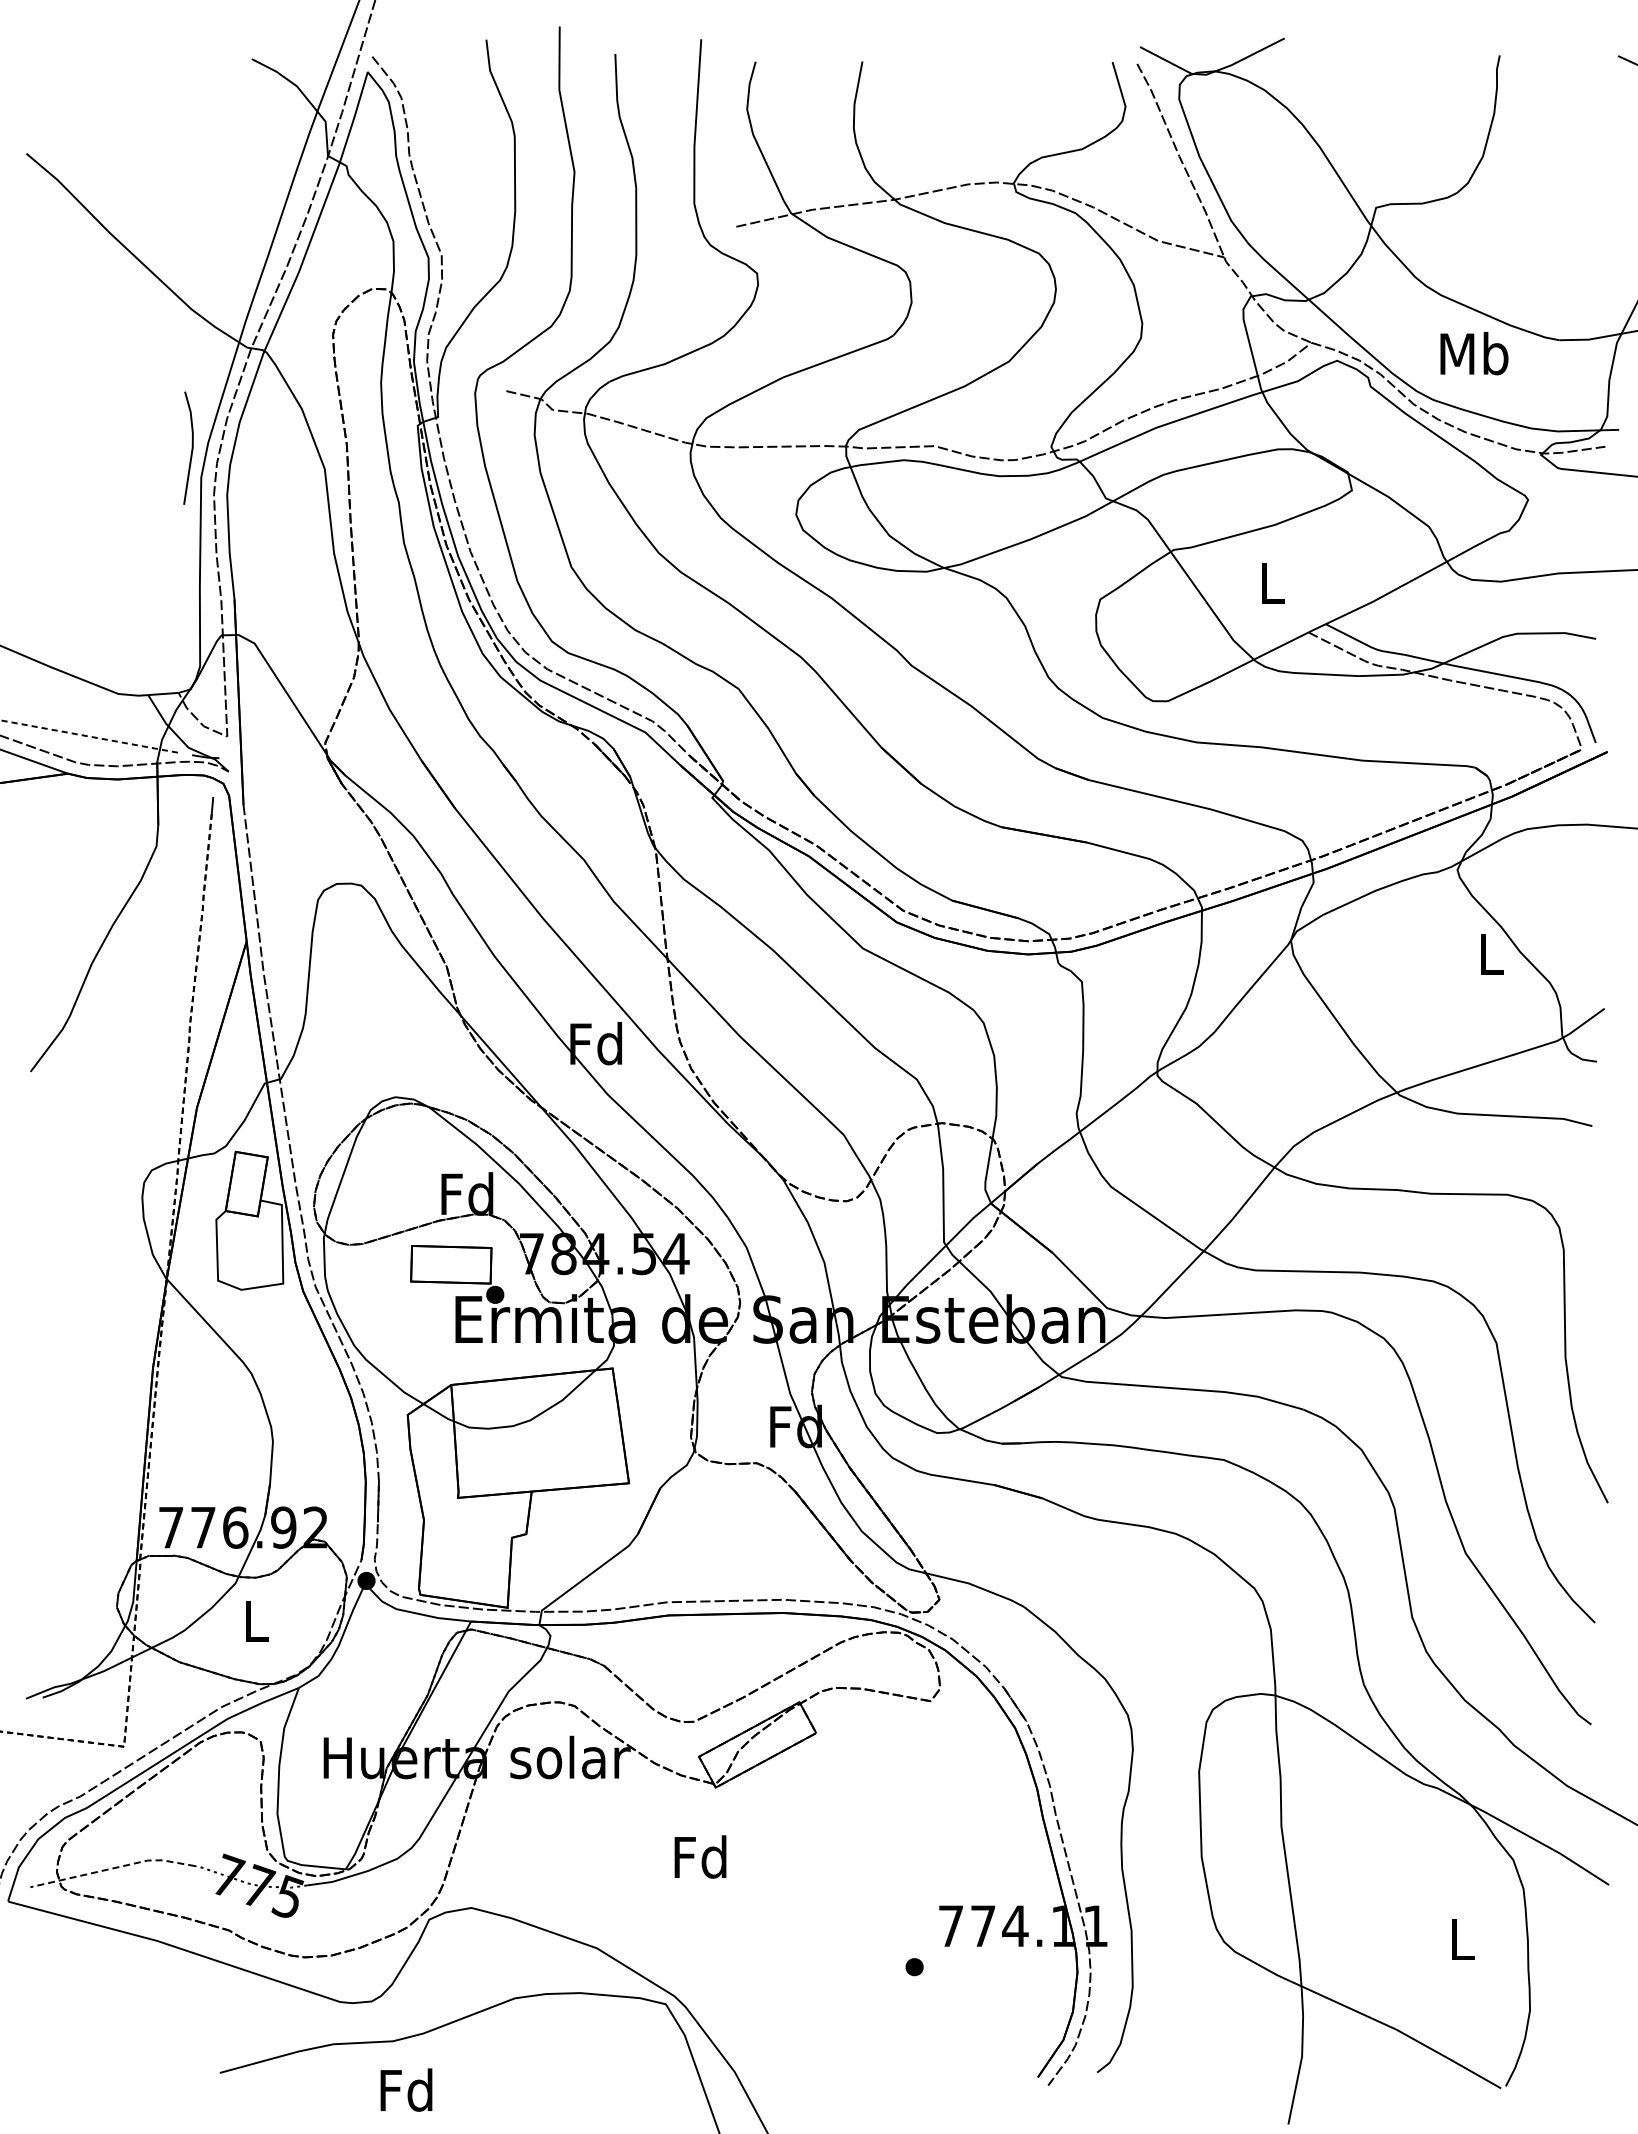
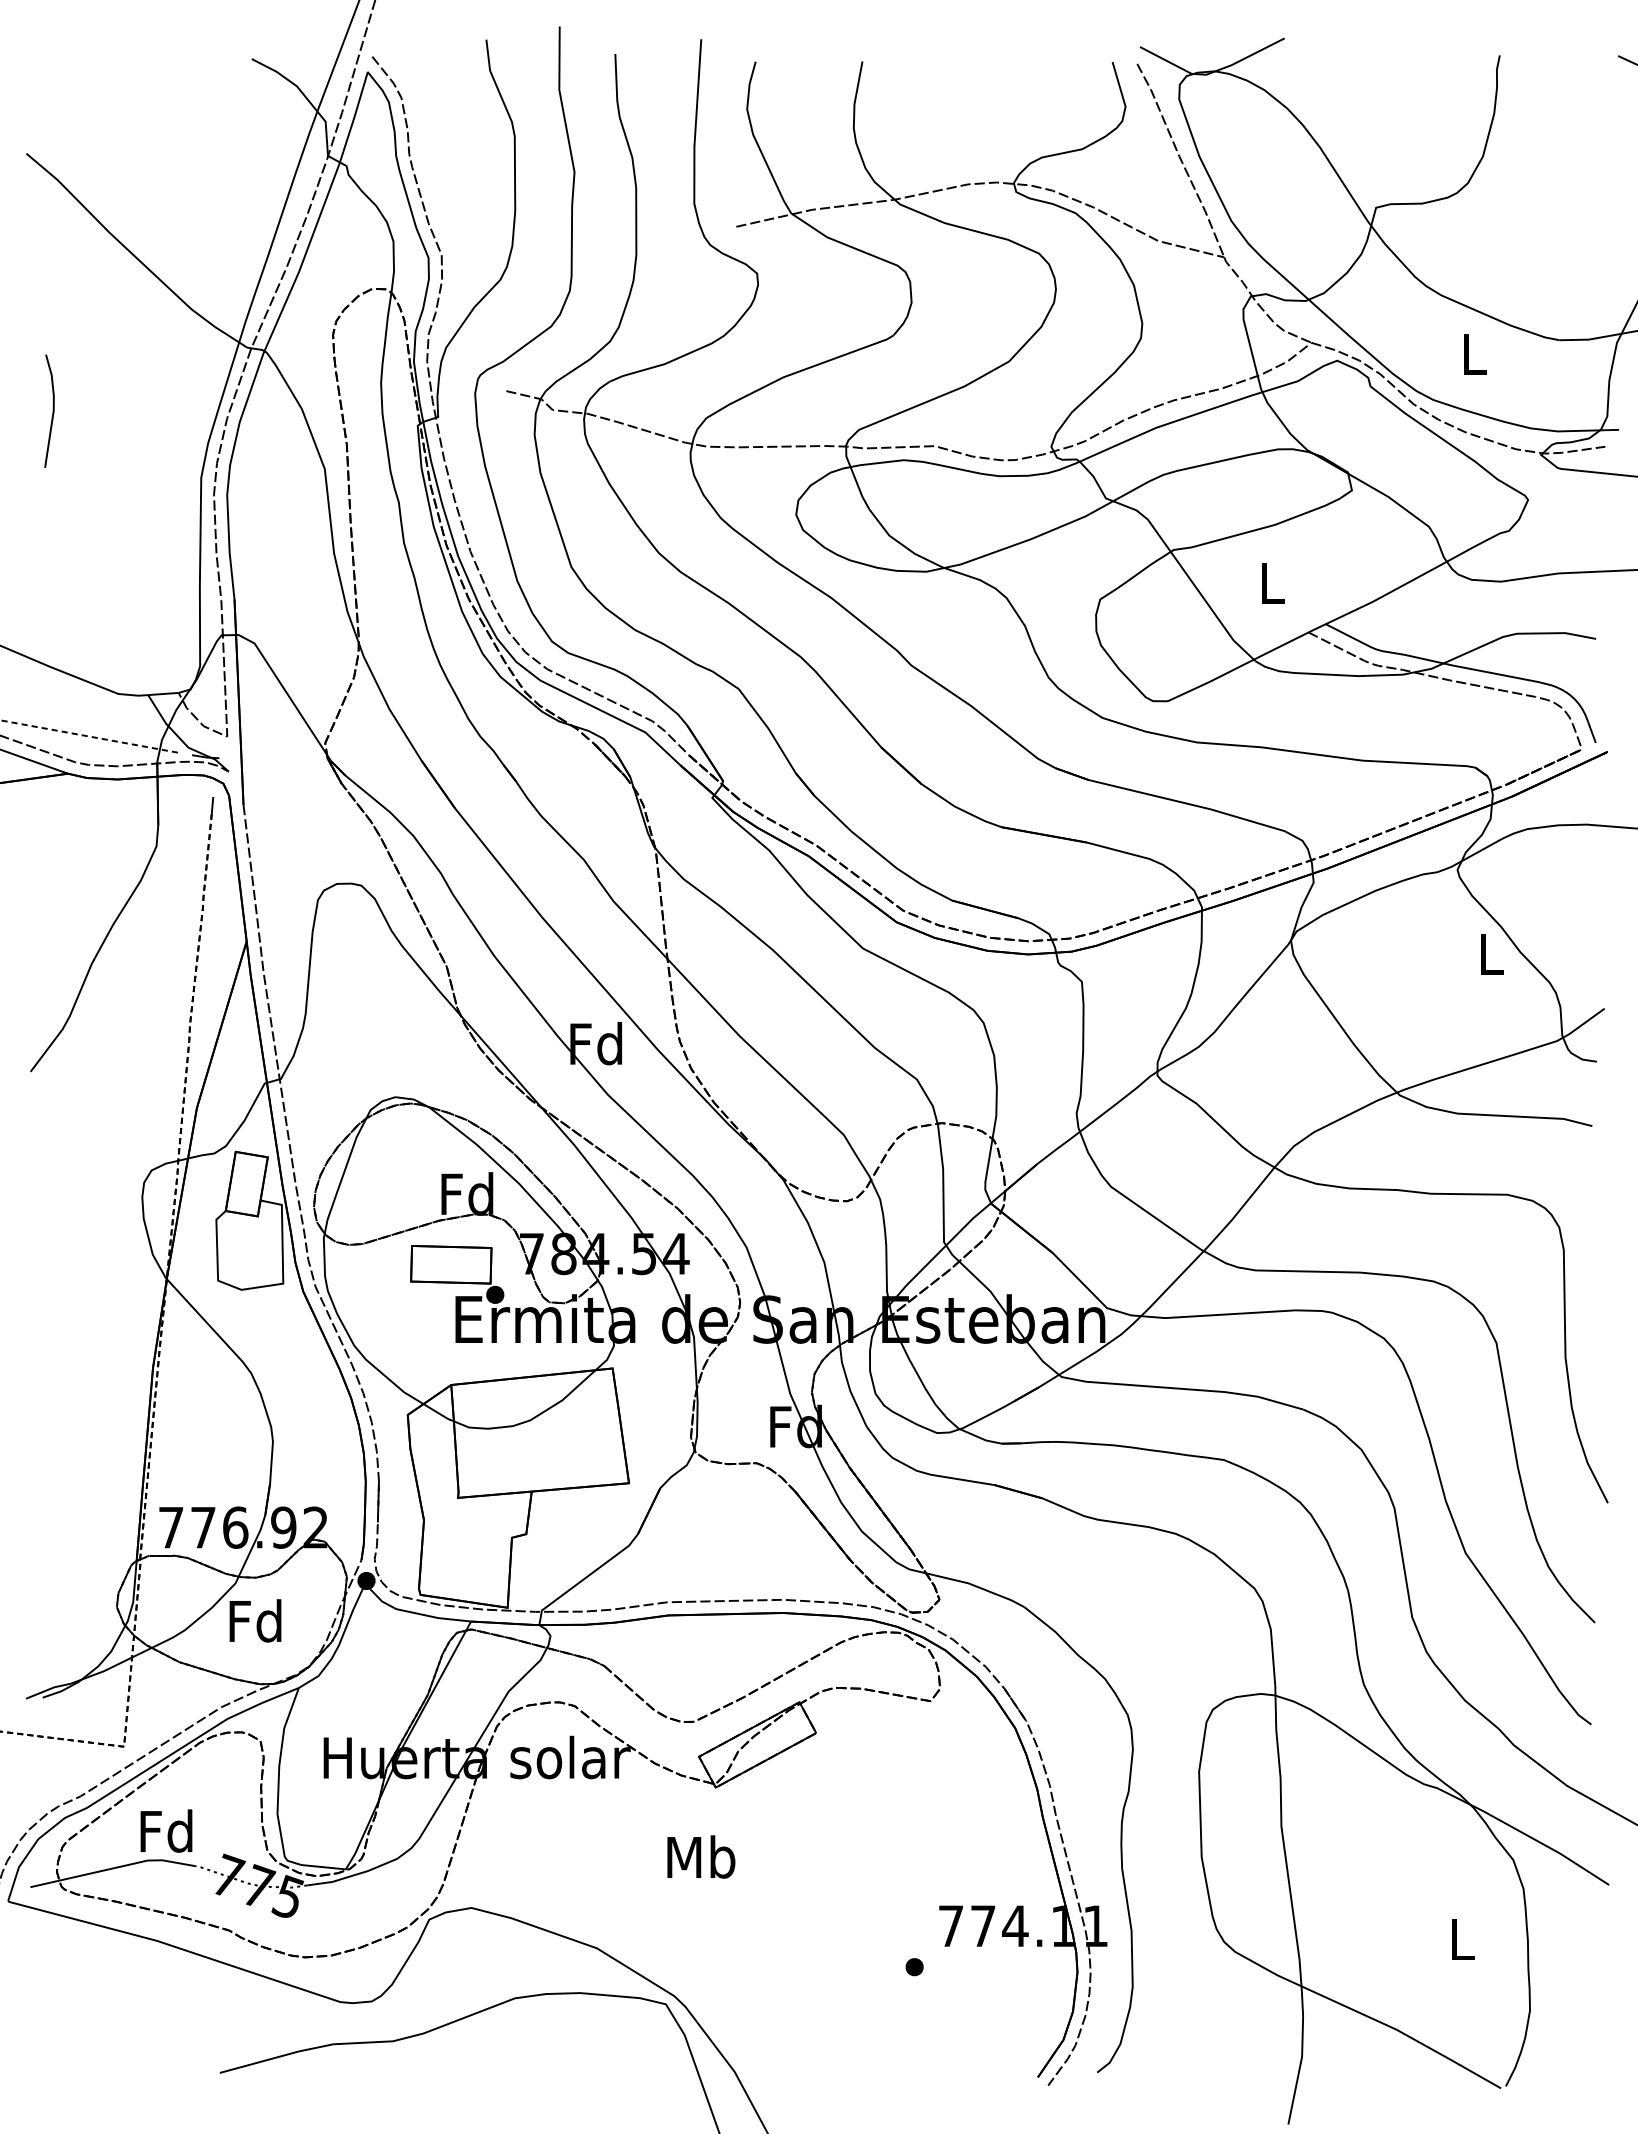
text at (1474, 353): Mb -> L
line at (191, 447) position: (191, 447) -> (52, 410)
text at (255, 1620): L -> Fd
text at (701, 1856): Fd -> Mb
line at (113, 1868): dashed -> solid
text at (406, 2089) position: (406, 2089) -> (166, 1830)
